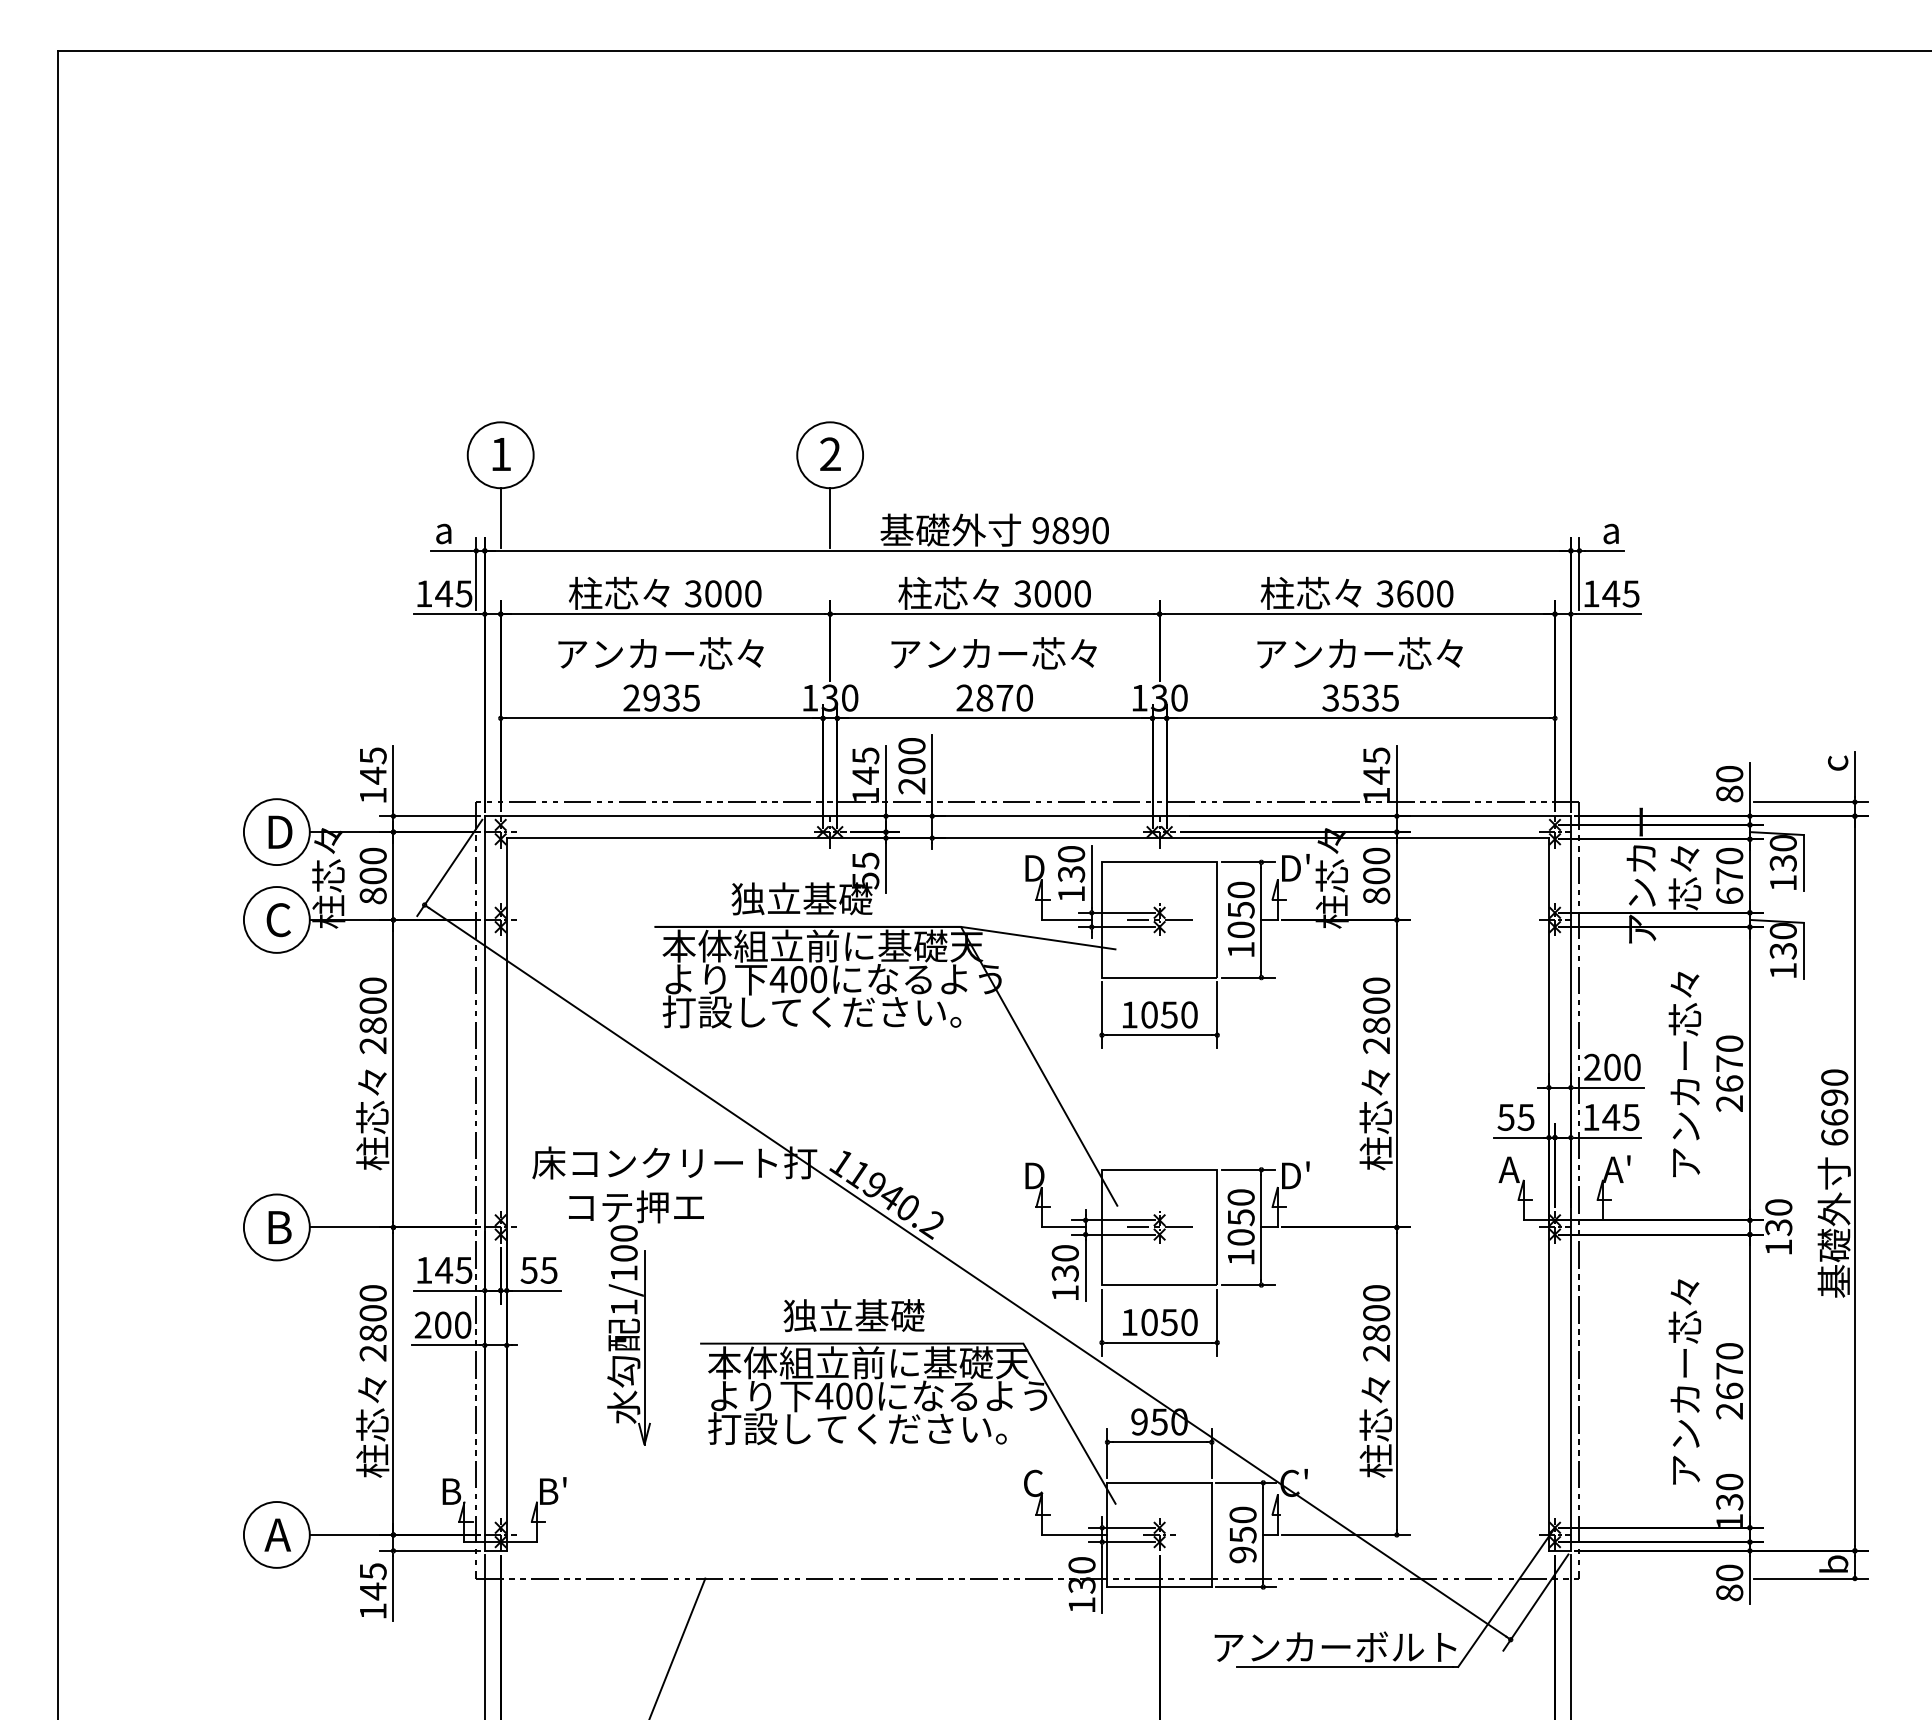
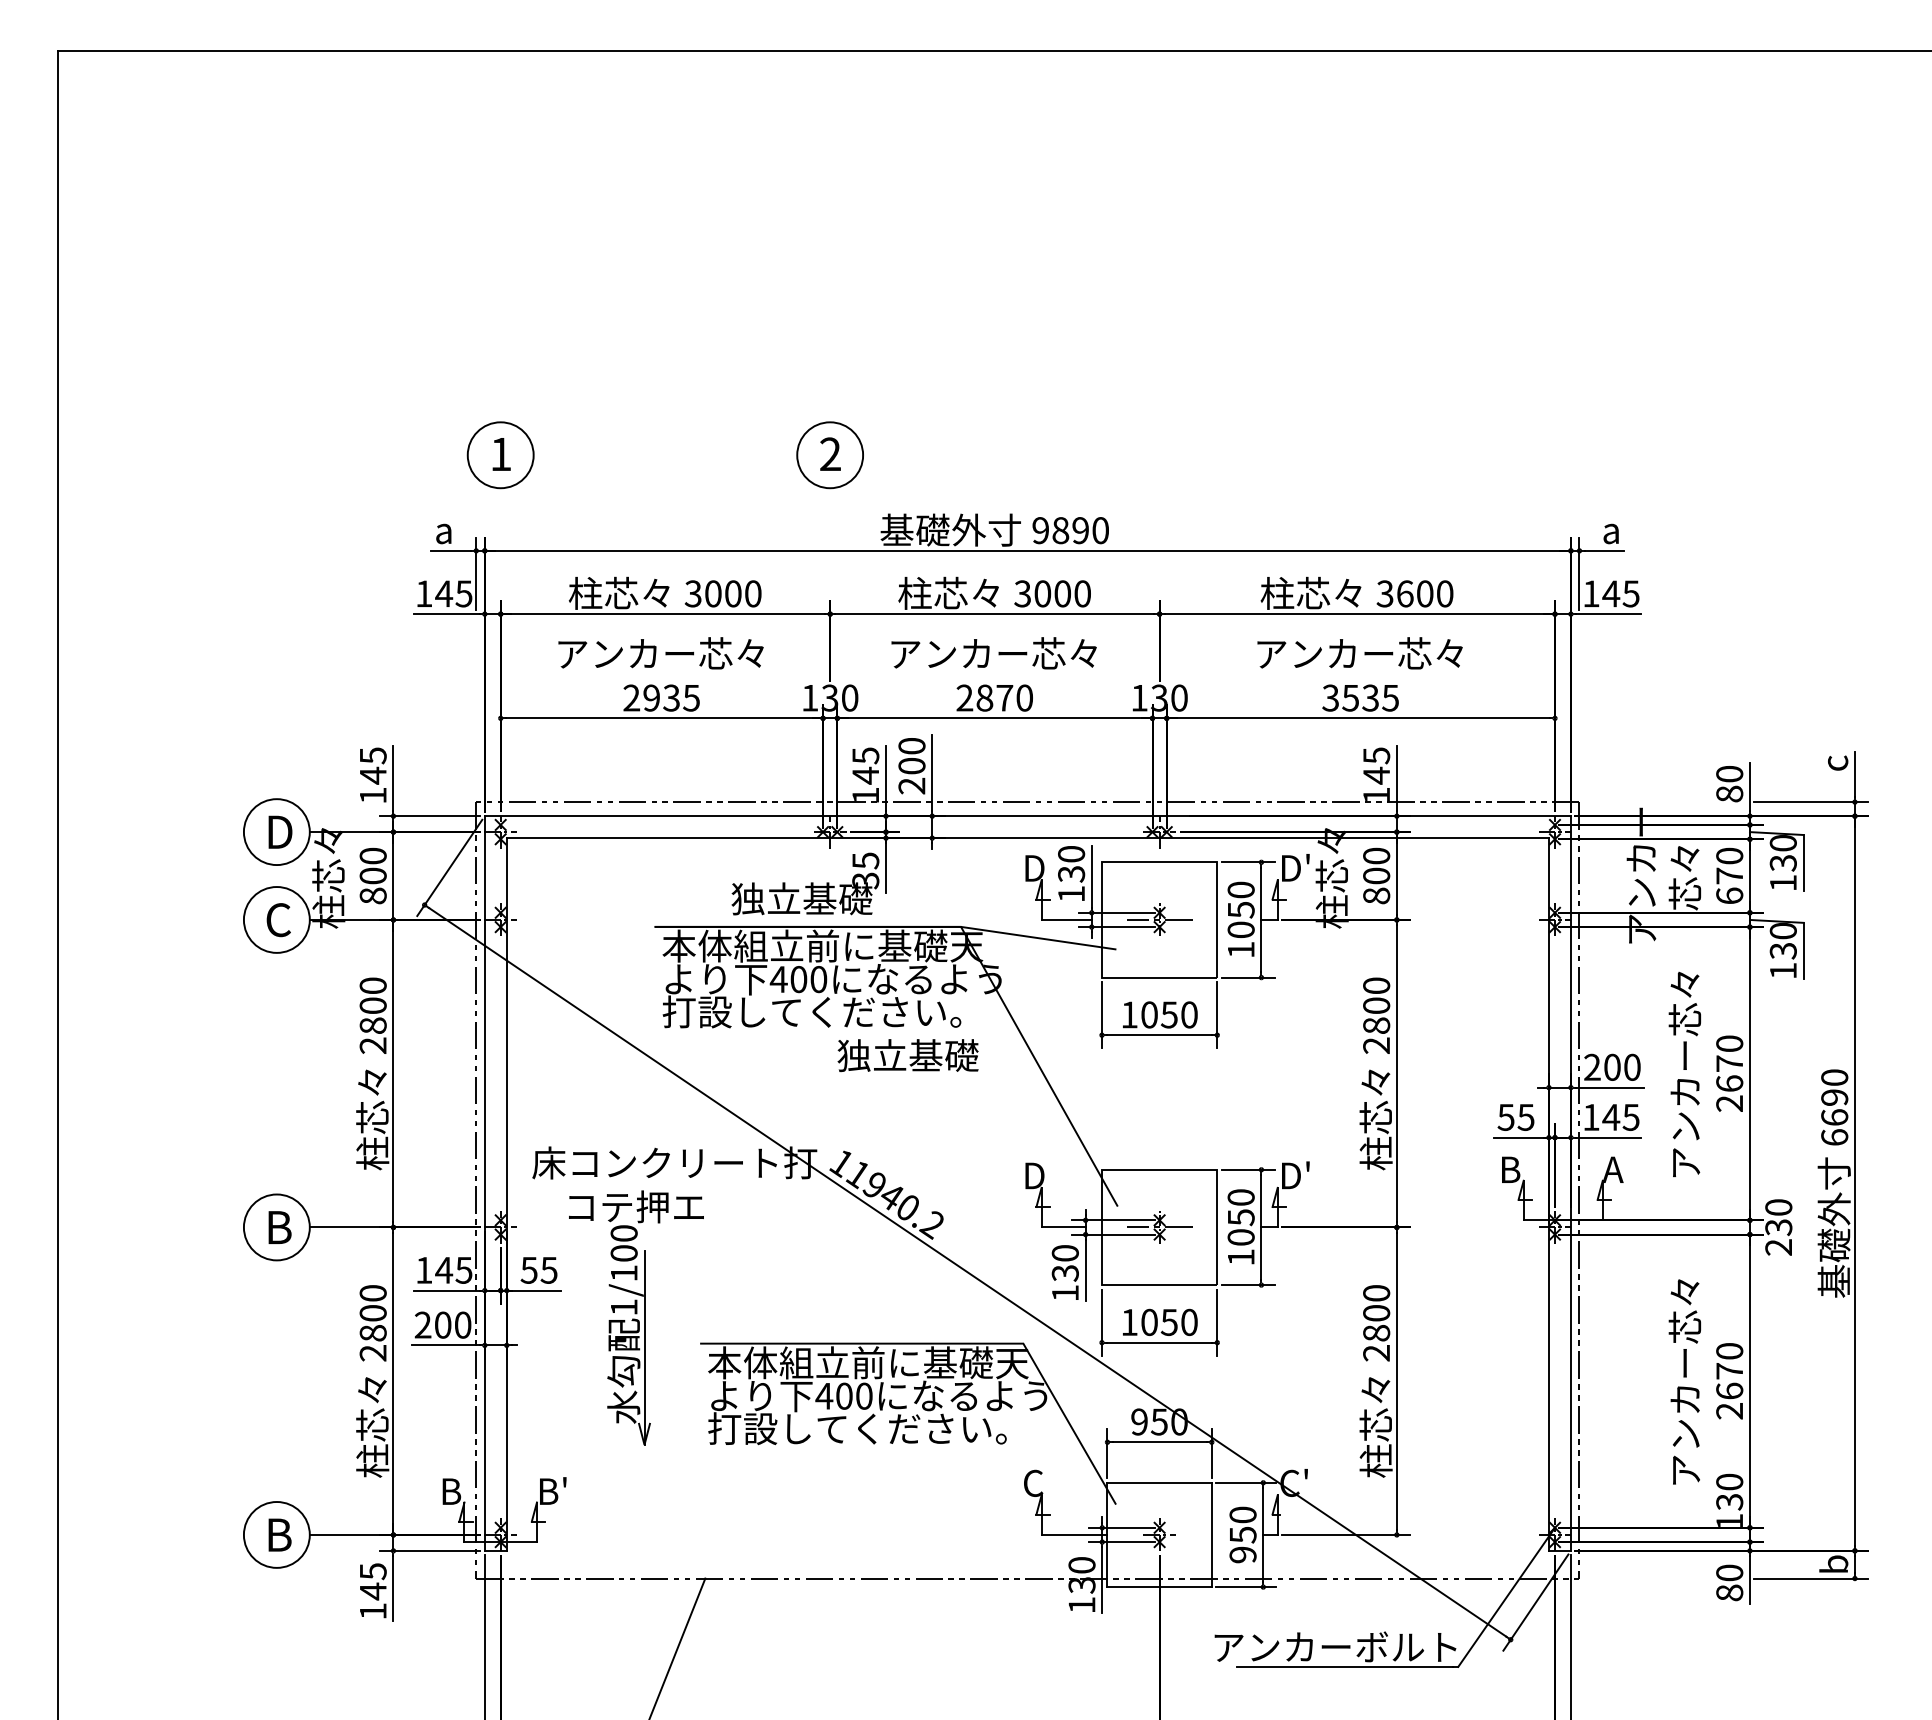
line at (500, 517): present -> none
line at (830, 517): present -> none
text at (865, 879): 55 -> 35
text at (1628, 1160): A' -> A
text at (1509, 1169): A -> B
text at (1778, 1247): 130 -> 230
text at (853, 1315) position: (853, 1315) -> (907, 1055)
text at (277, 1534): A -> B
